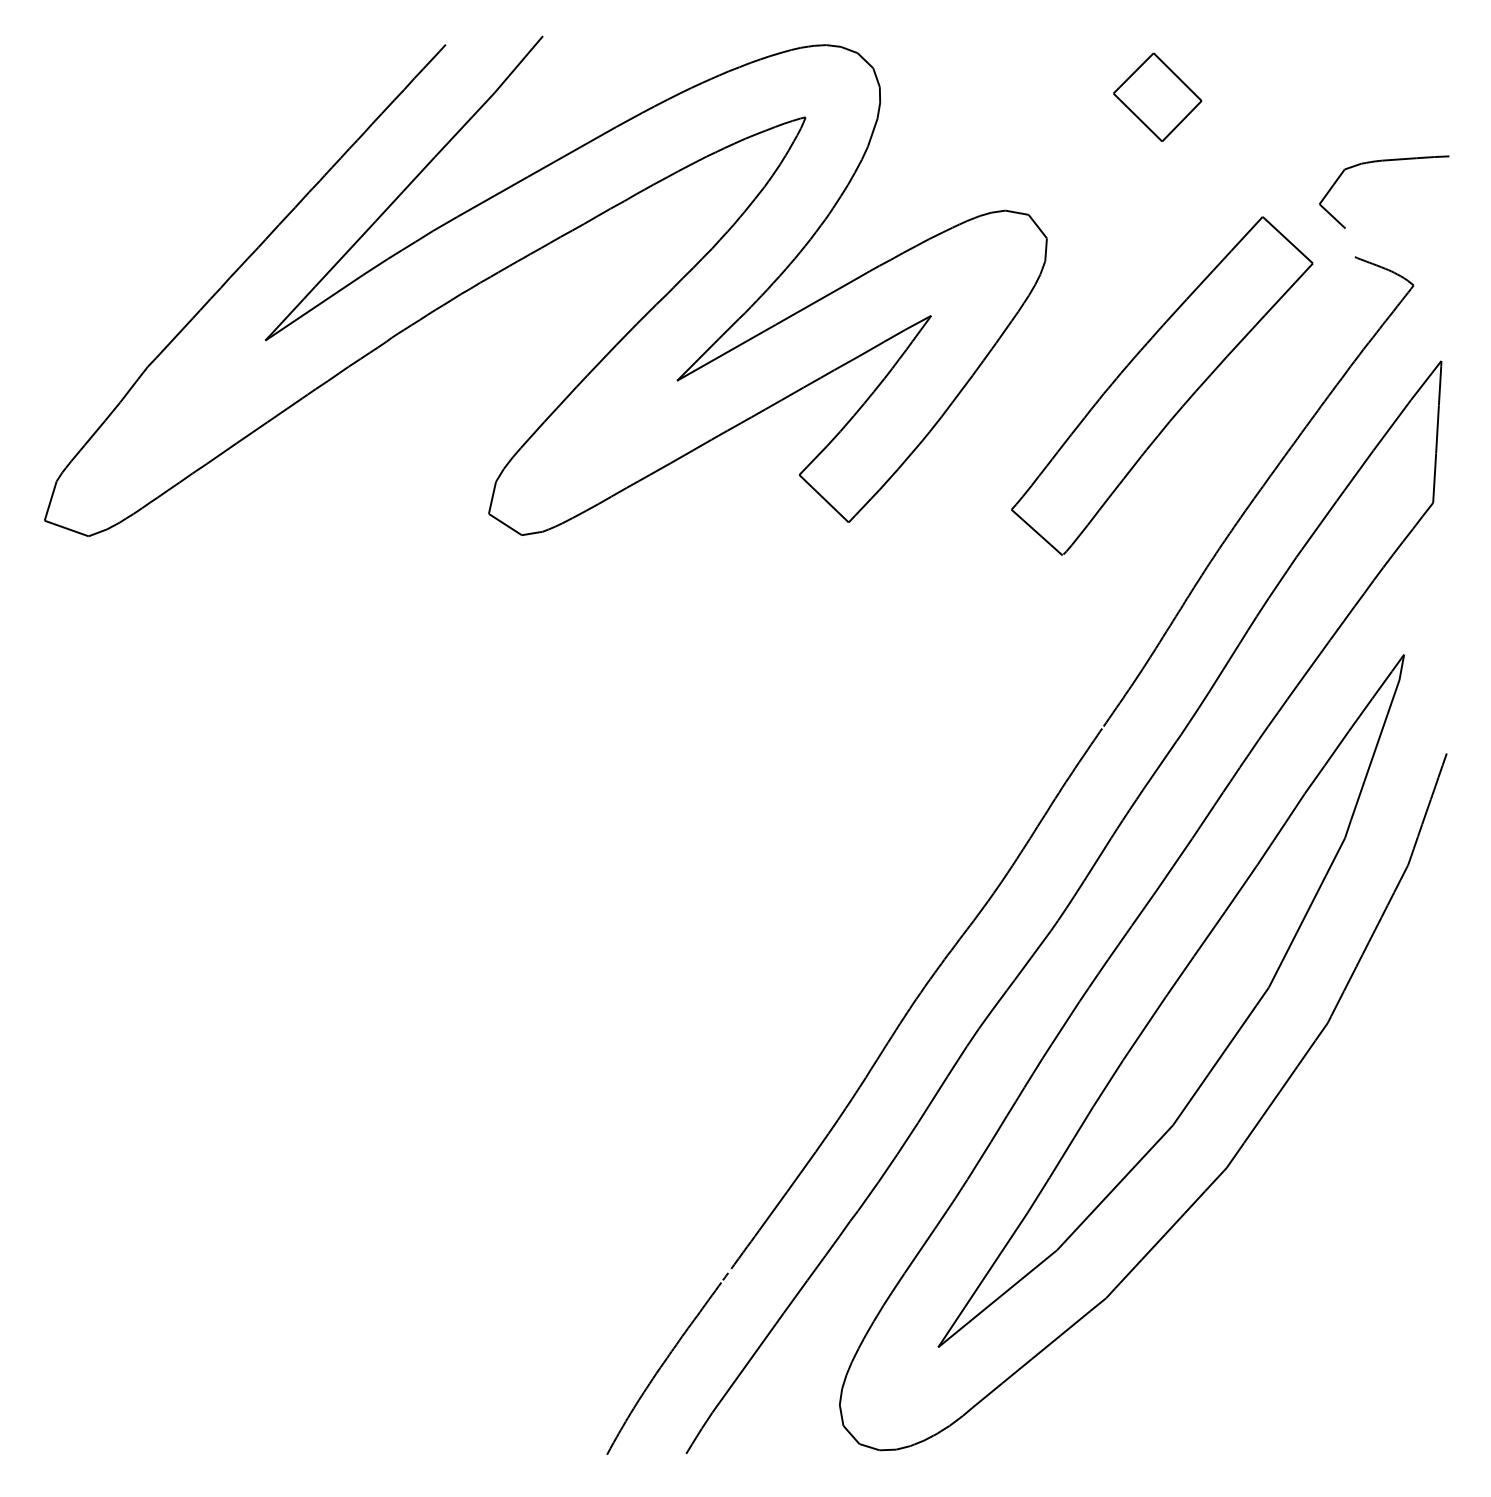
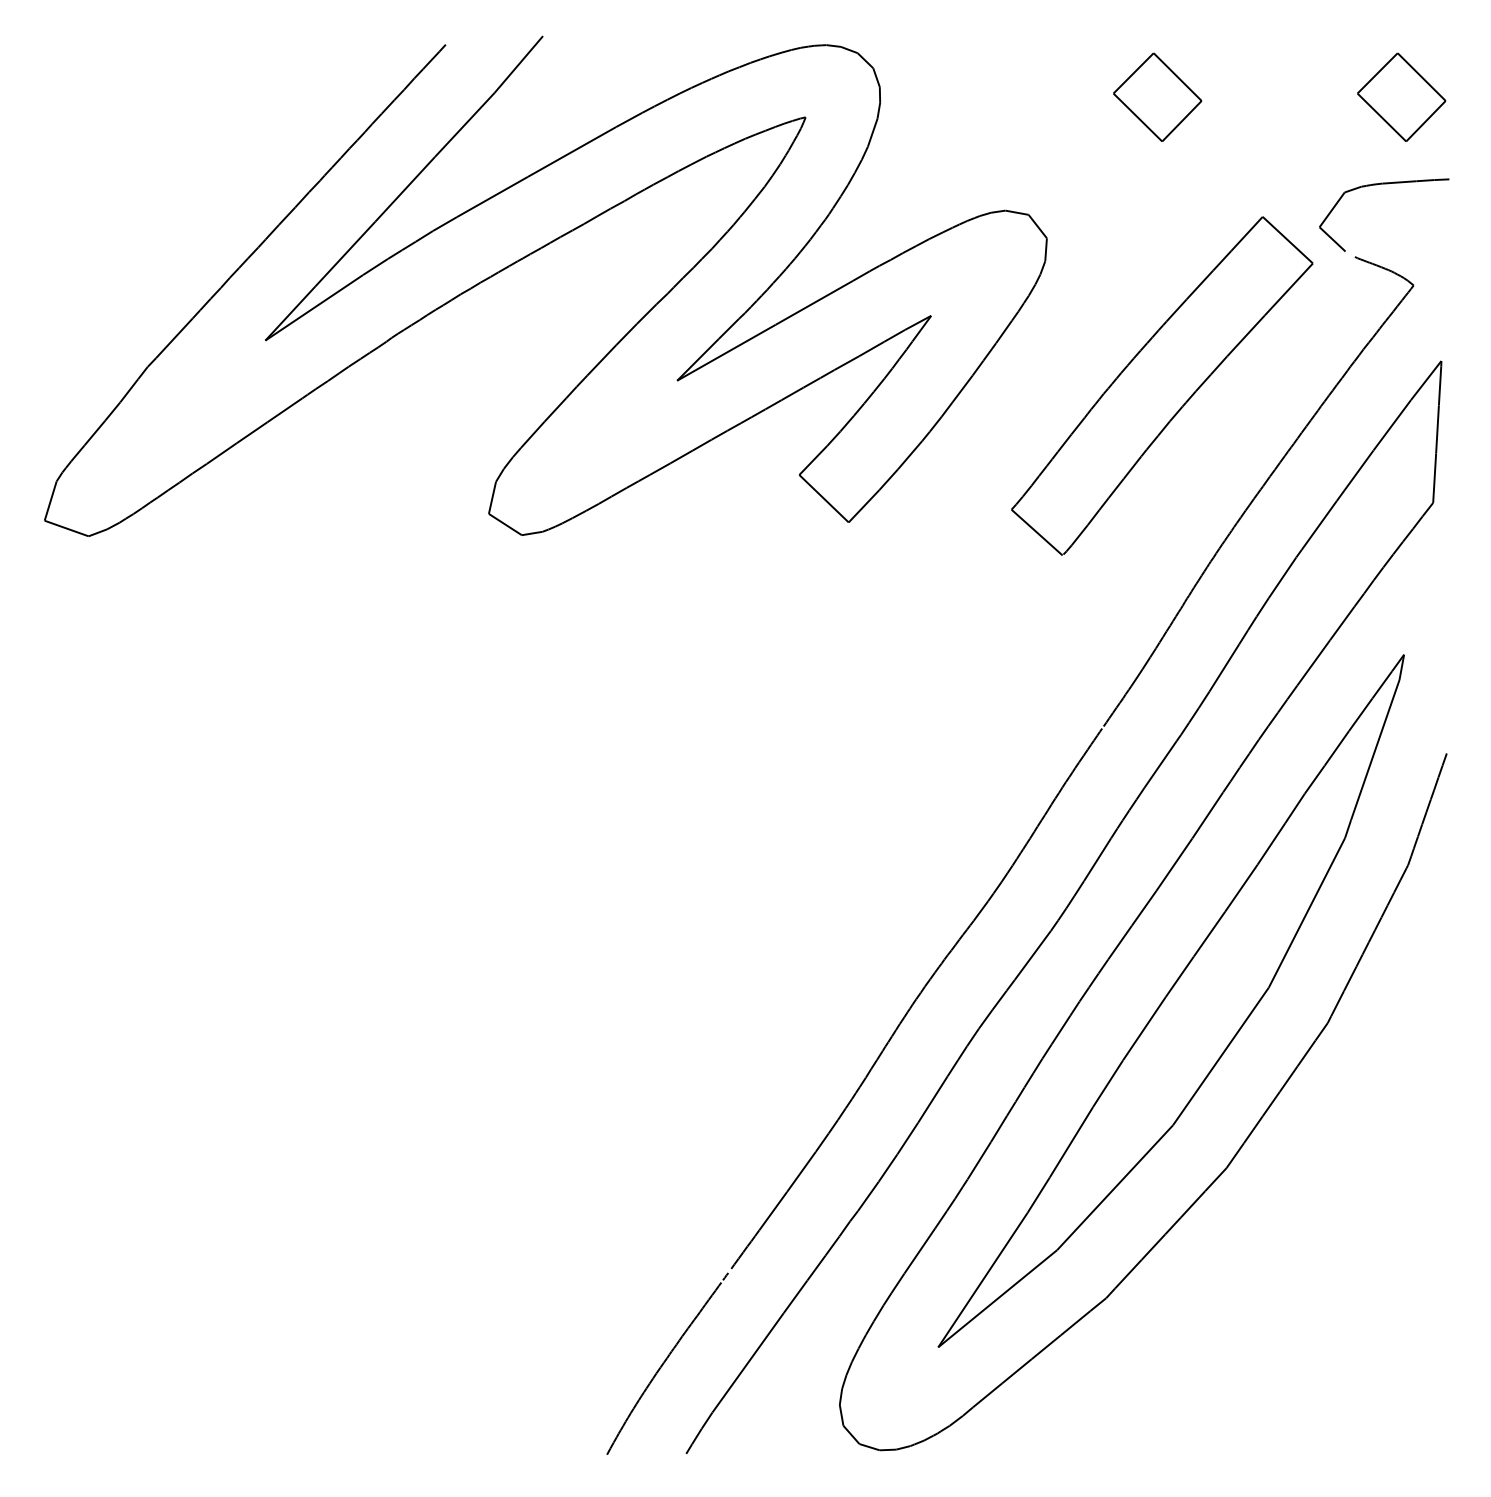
part at (1401, 96): none -> present
part at (1377, 162) position: (1377, 162) -> (1377, 185)
